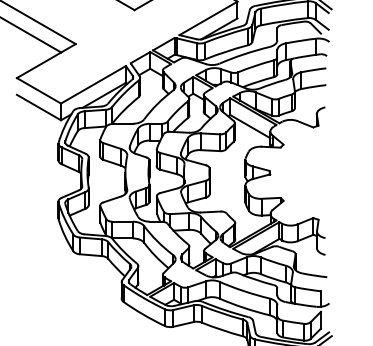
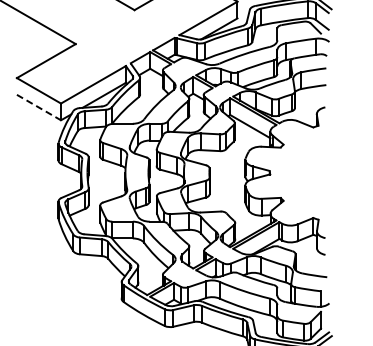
line at (31, 35): present -> none
line at (39, 107): solid -> dashed
